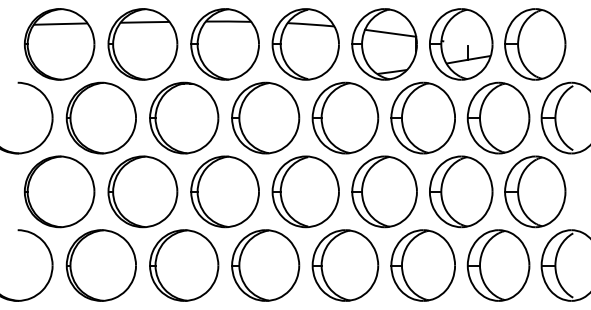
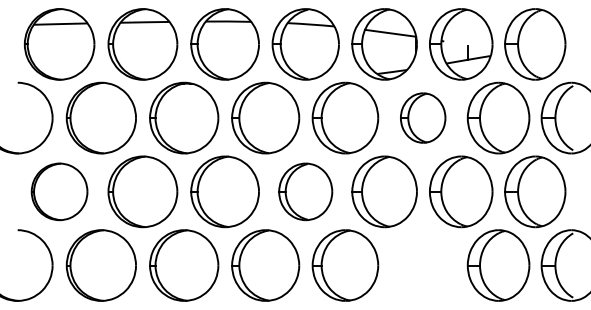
part at (422, 117) size: 66x74 px -> 47x52 px
part at (59, 191) size: 73x74 px -> 59x60 px
part at (305, 191) size: 69x74 px -> 56x60 px
part at (422, 265): present -> none
